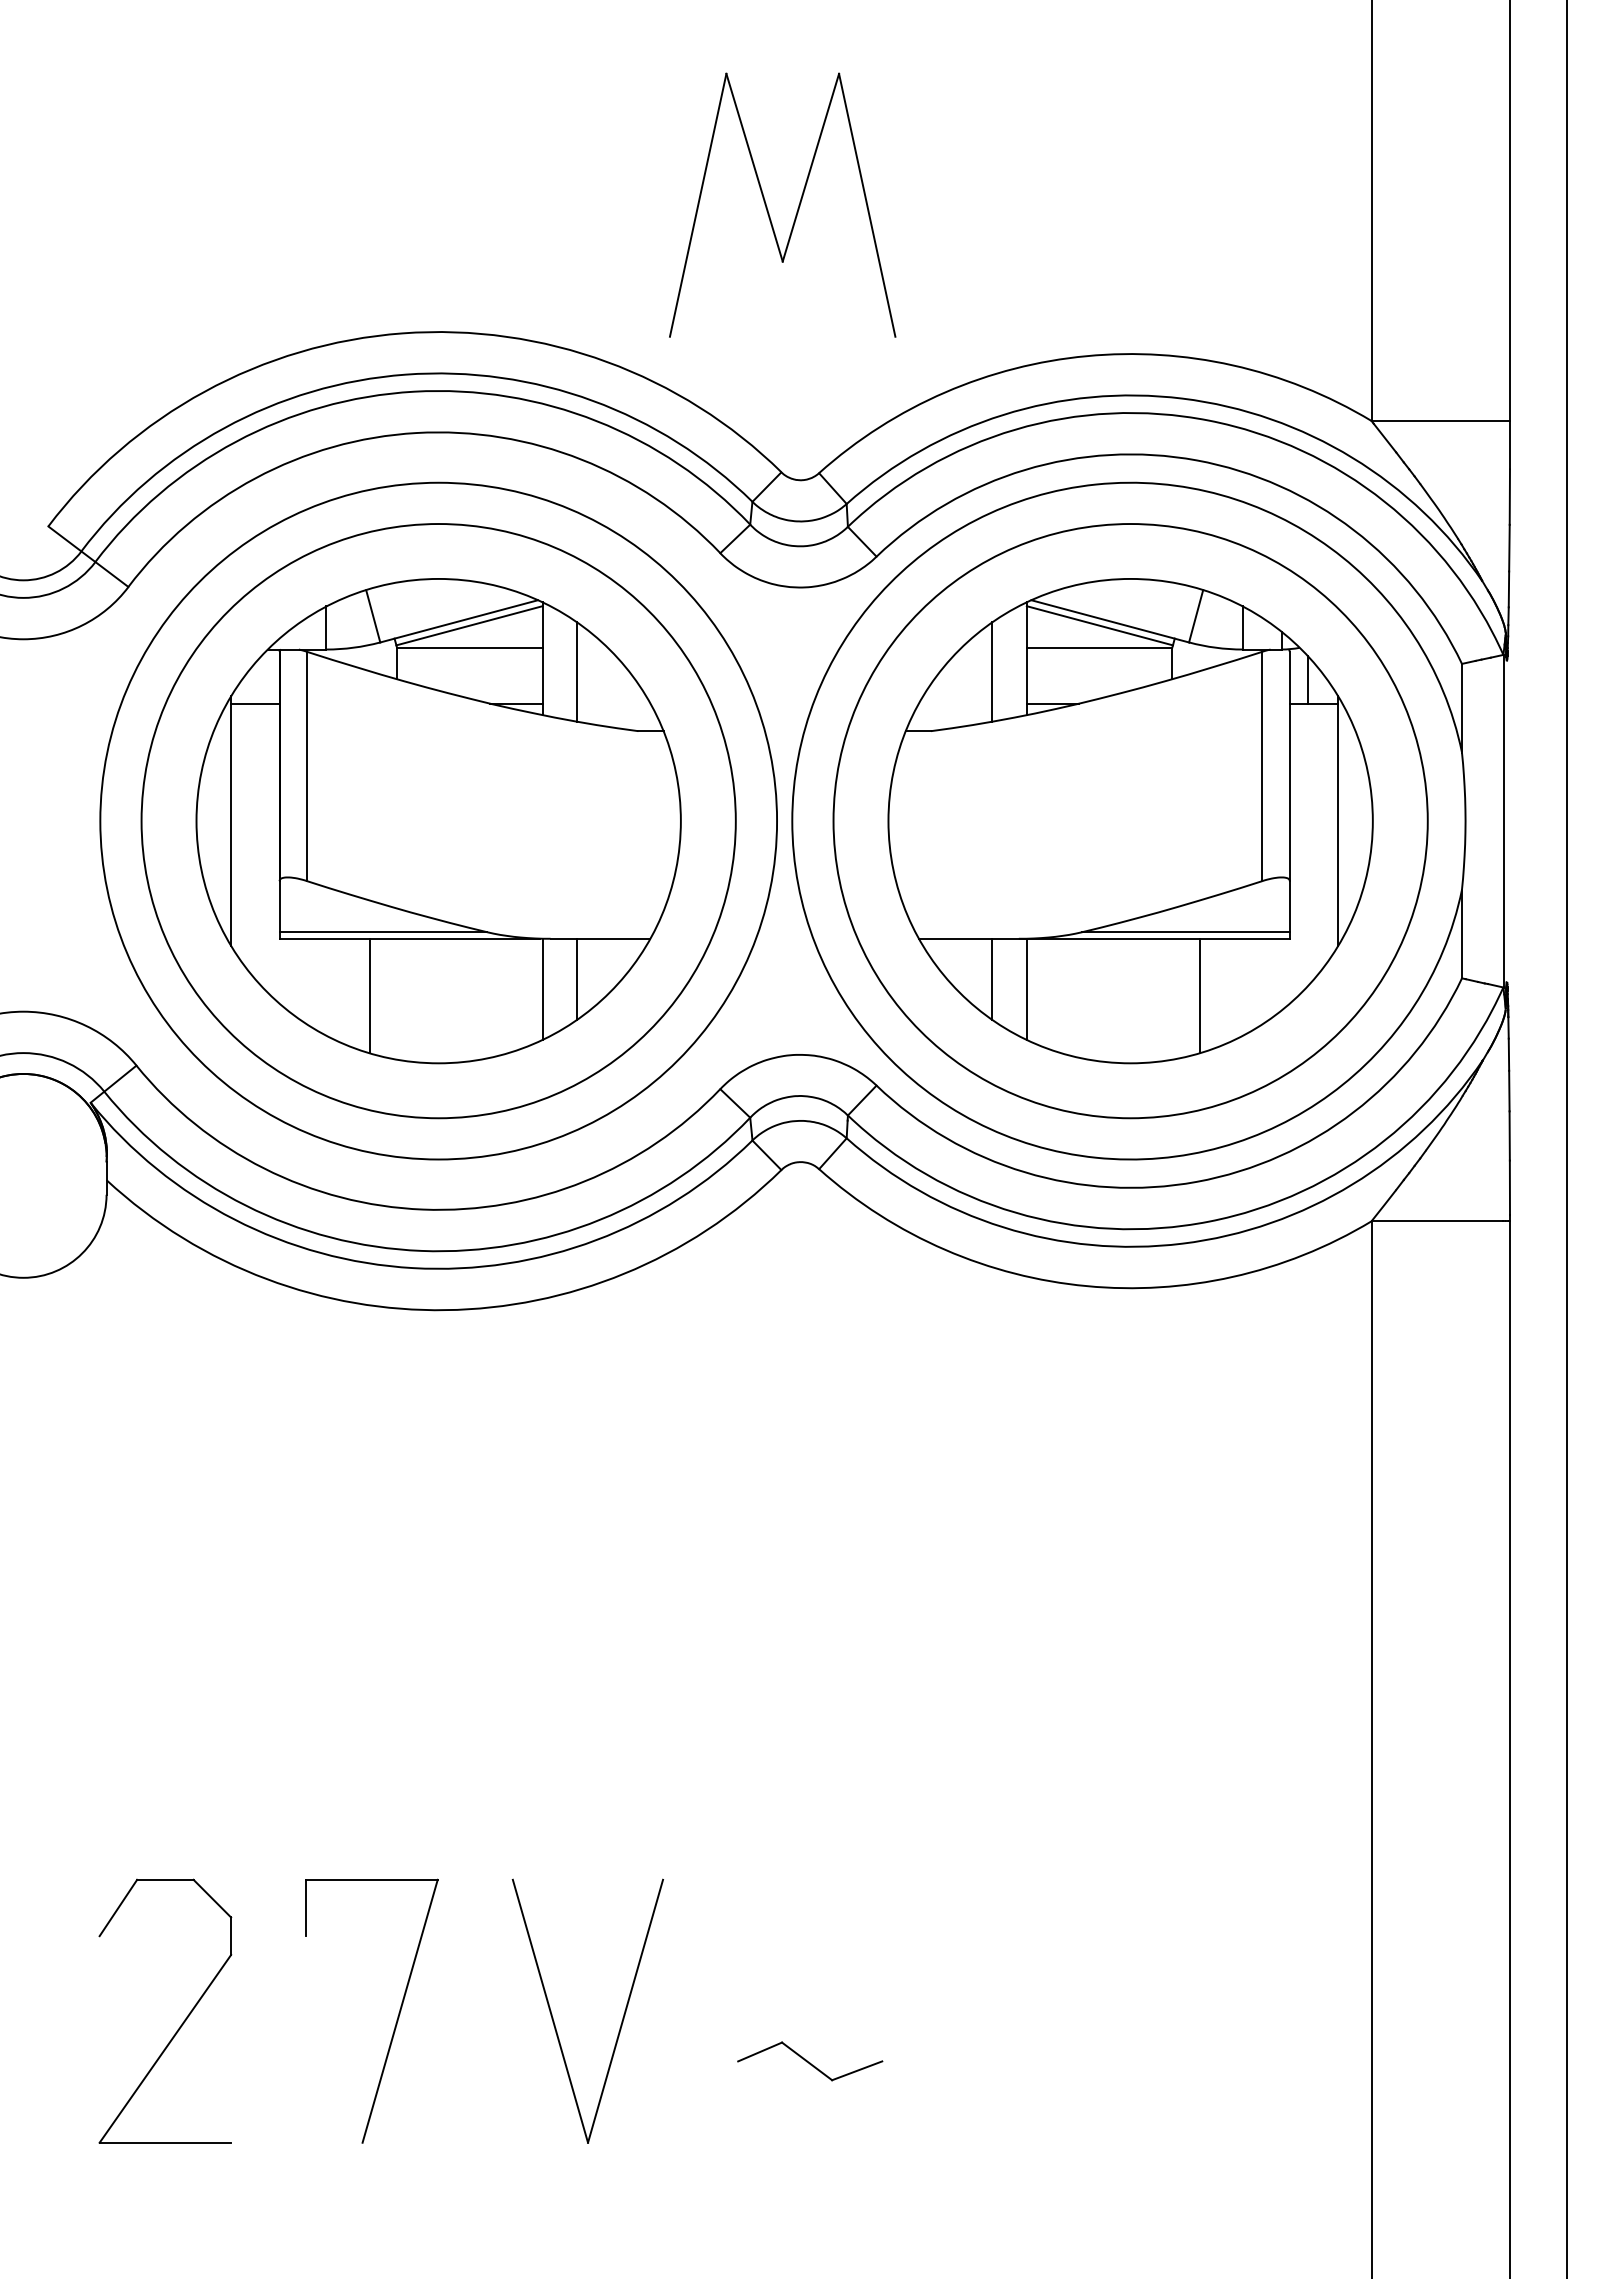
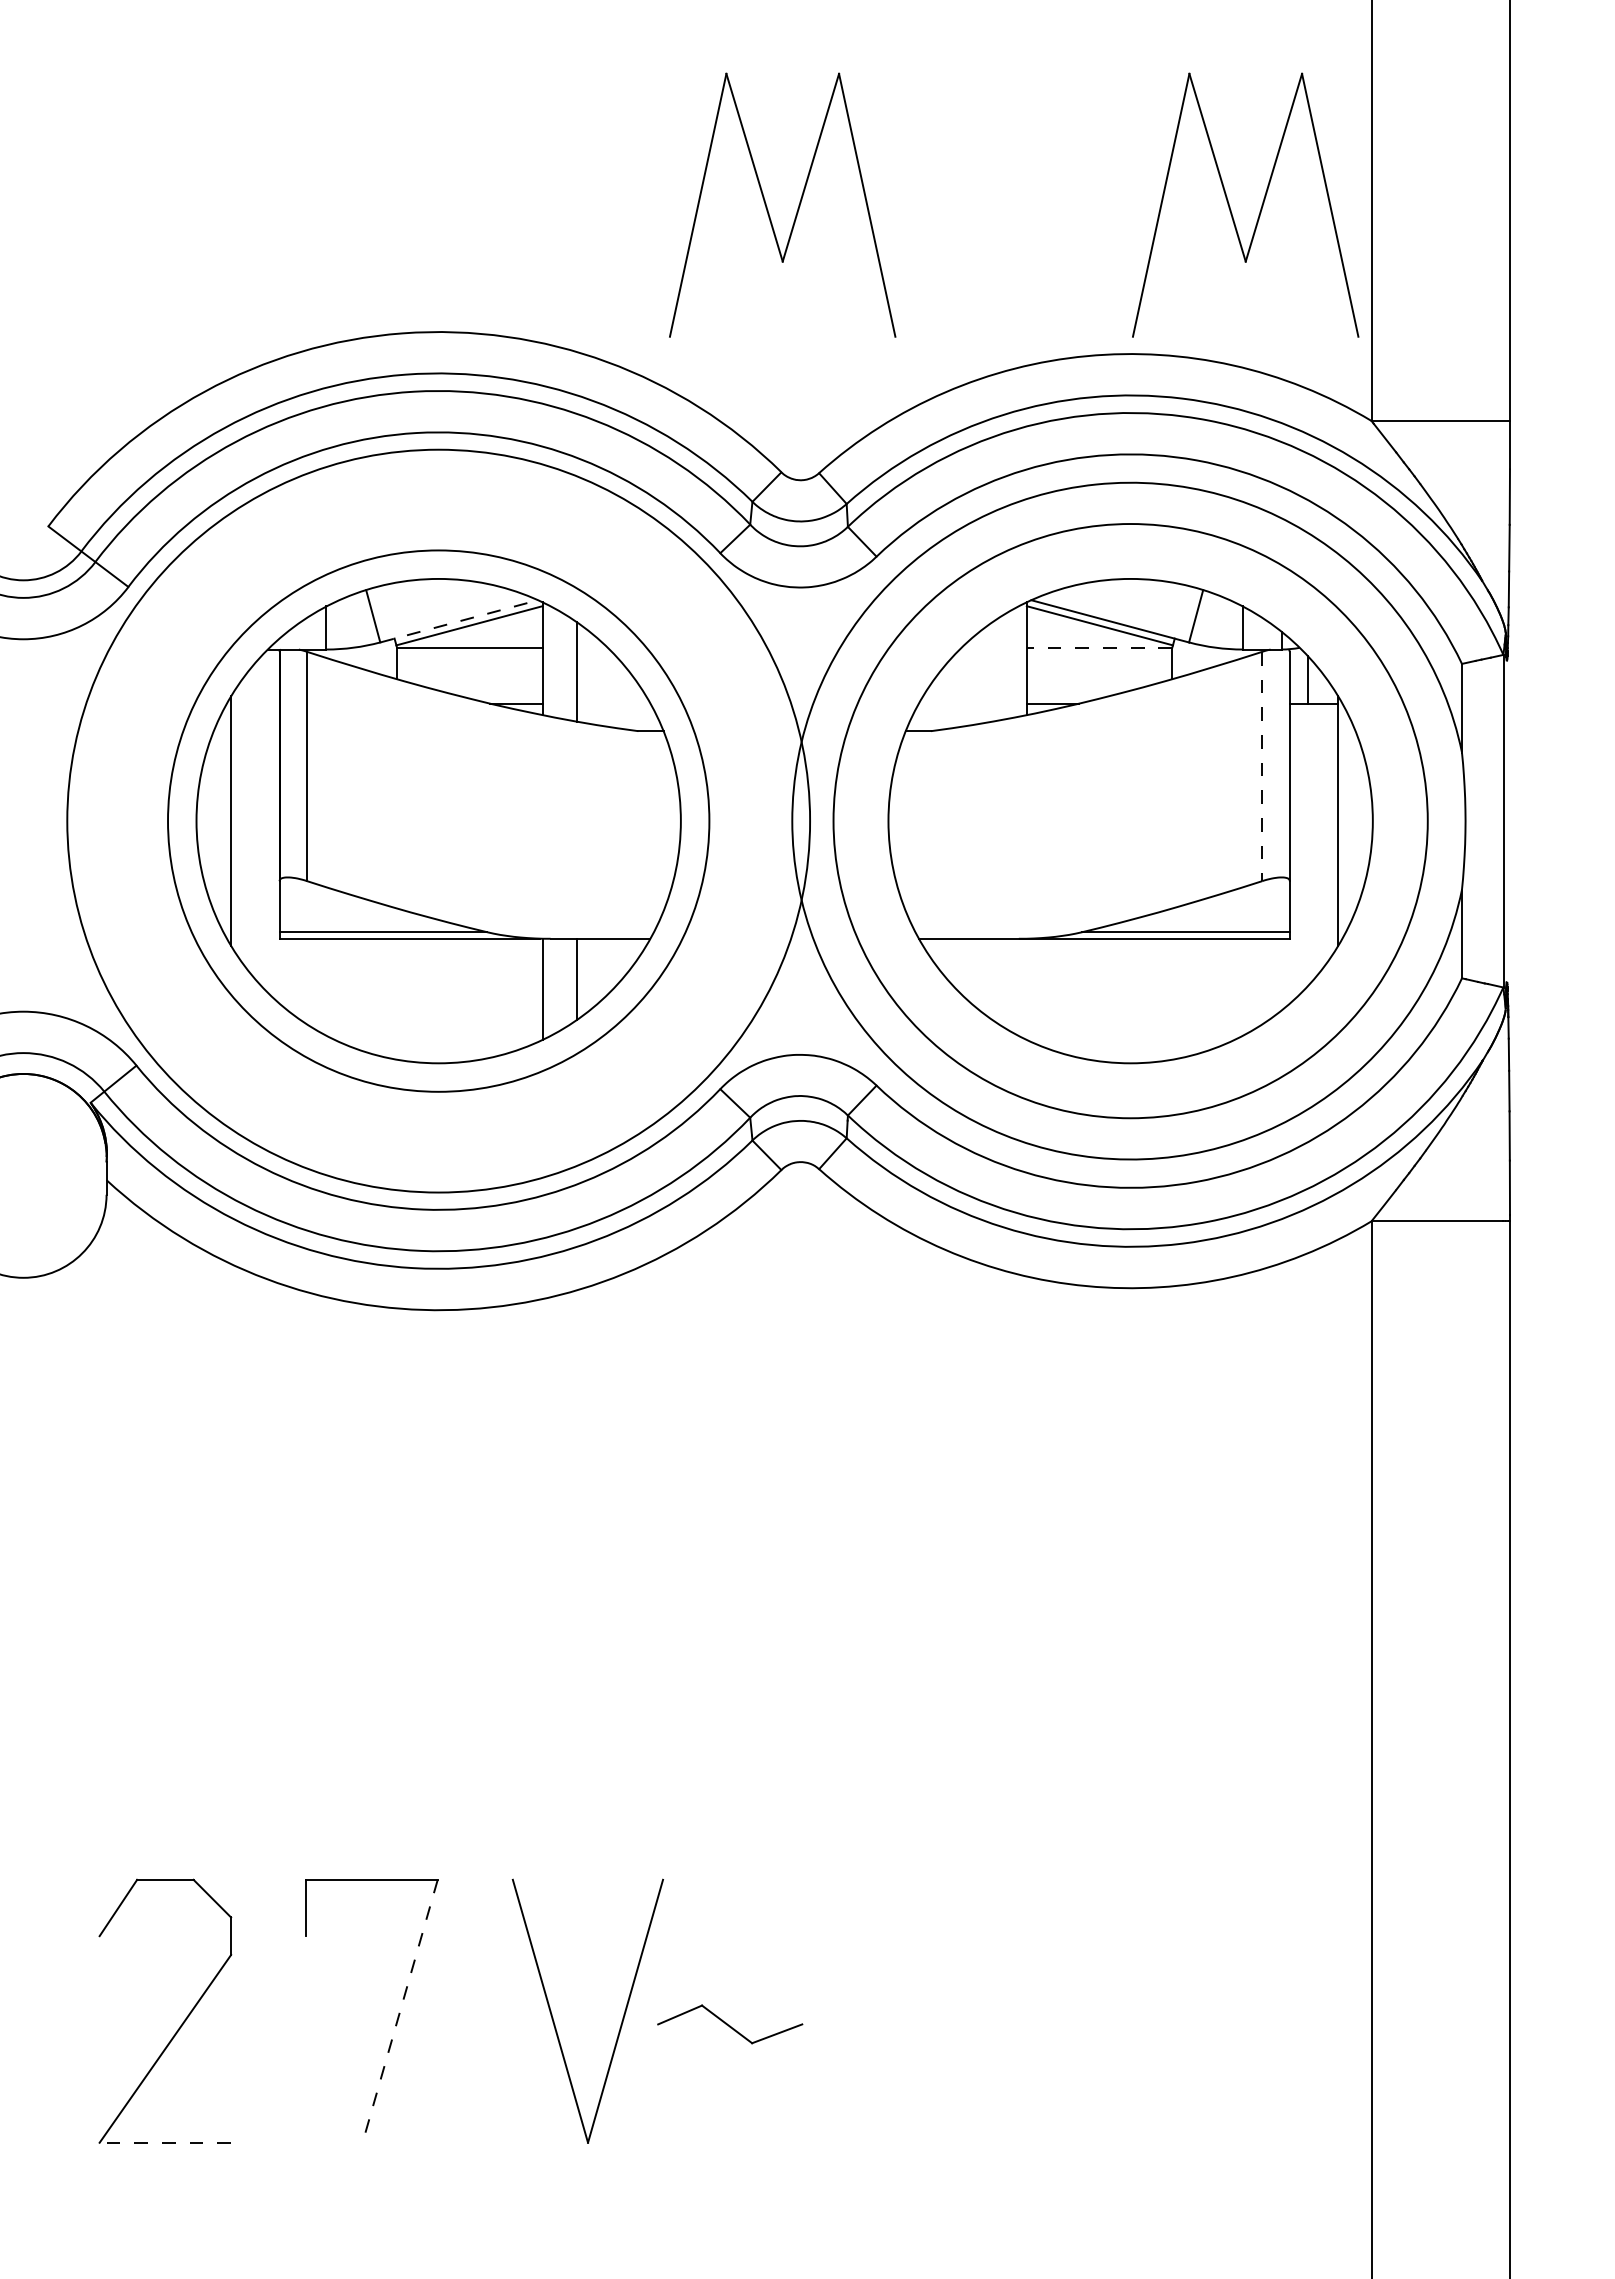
part at (1231, 209): none -> present
line at (459, 621): solid -> dashed
line at (1099, 648): solid -> dashed
line at (992, 671): present -> none
line at (255, 703): present -> none
line at (1262, 766): solid -> dashed
circle at (438, 820) diameter: 677 px -> 541 px
circle at (438, 821) diameter: 594 px -> 743 px
line at (992, 978): present -> none
line at (1026, 988): present -> none
line at (369, 995): present -> none
line at (1199, 995): present -> none
line at (1566, 1138): present -> none
line at (400, 2011): solid -> dashed
part at (810, 2061) position: (810, 2061) -> (730, 2024)
line at (165, 2142): solid -> dashed
